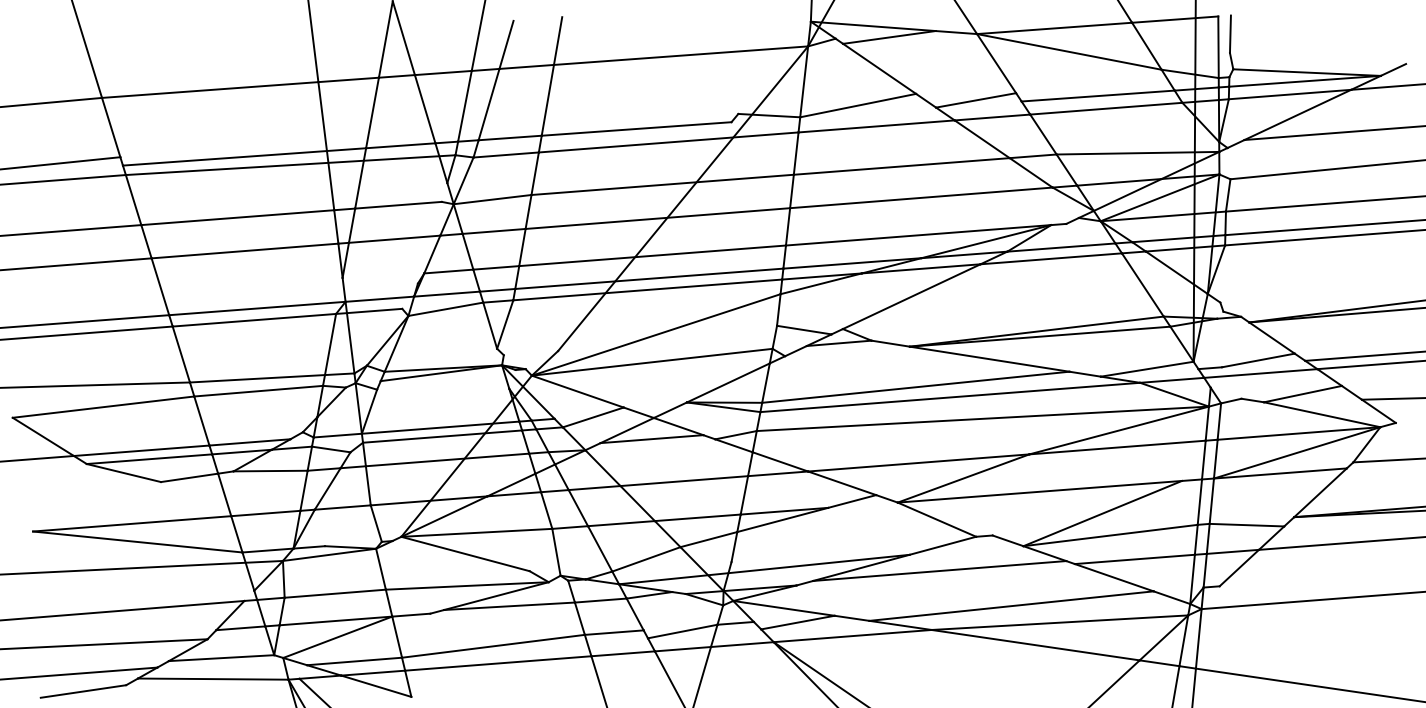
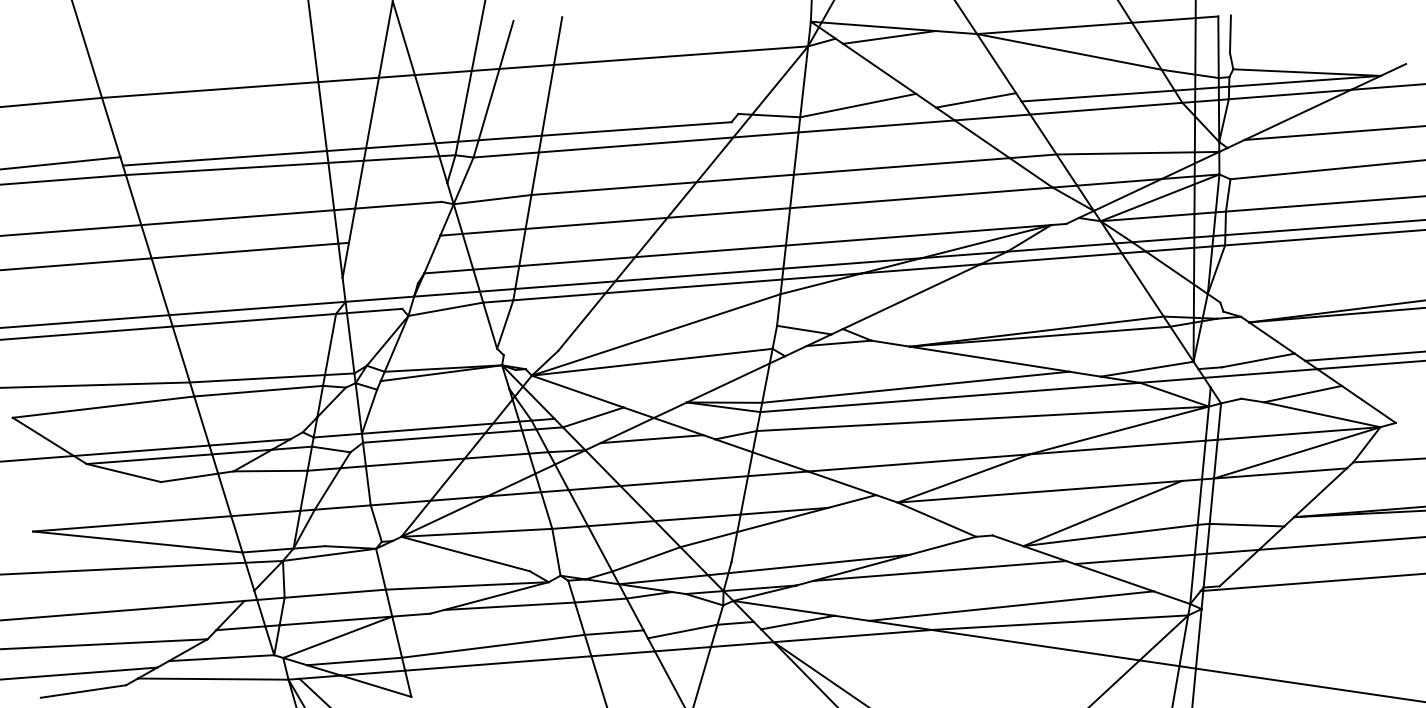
line at (394, 238): present -> none
line at (1391, 398): present -> none
line at (1311, 600) position: (1311, 600) -> (1311, 582)
